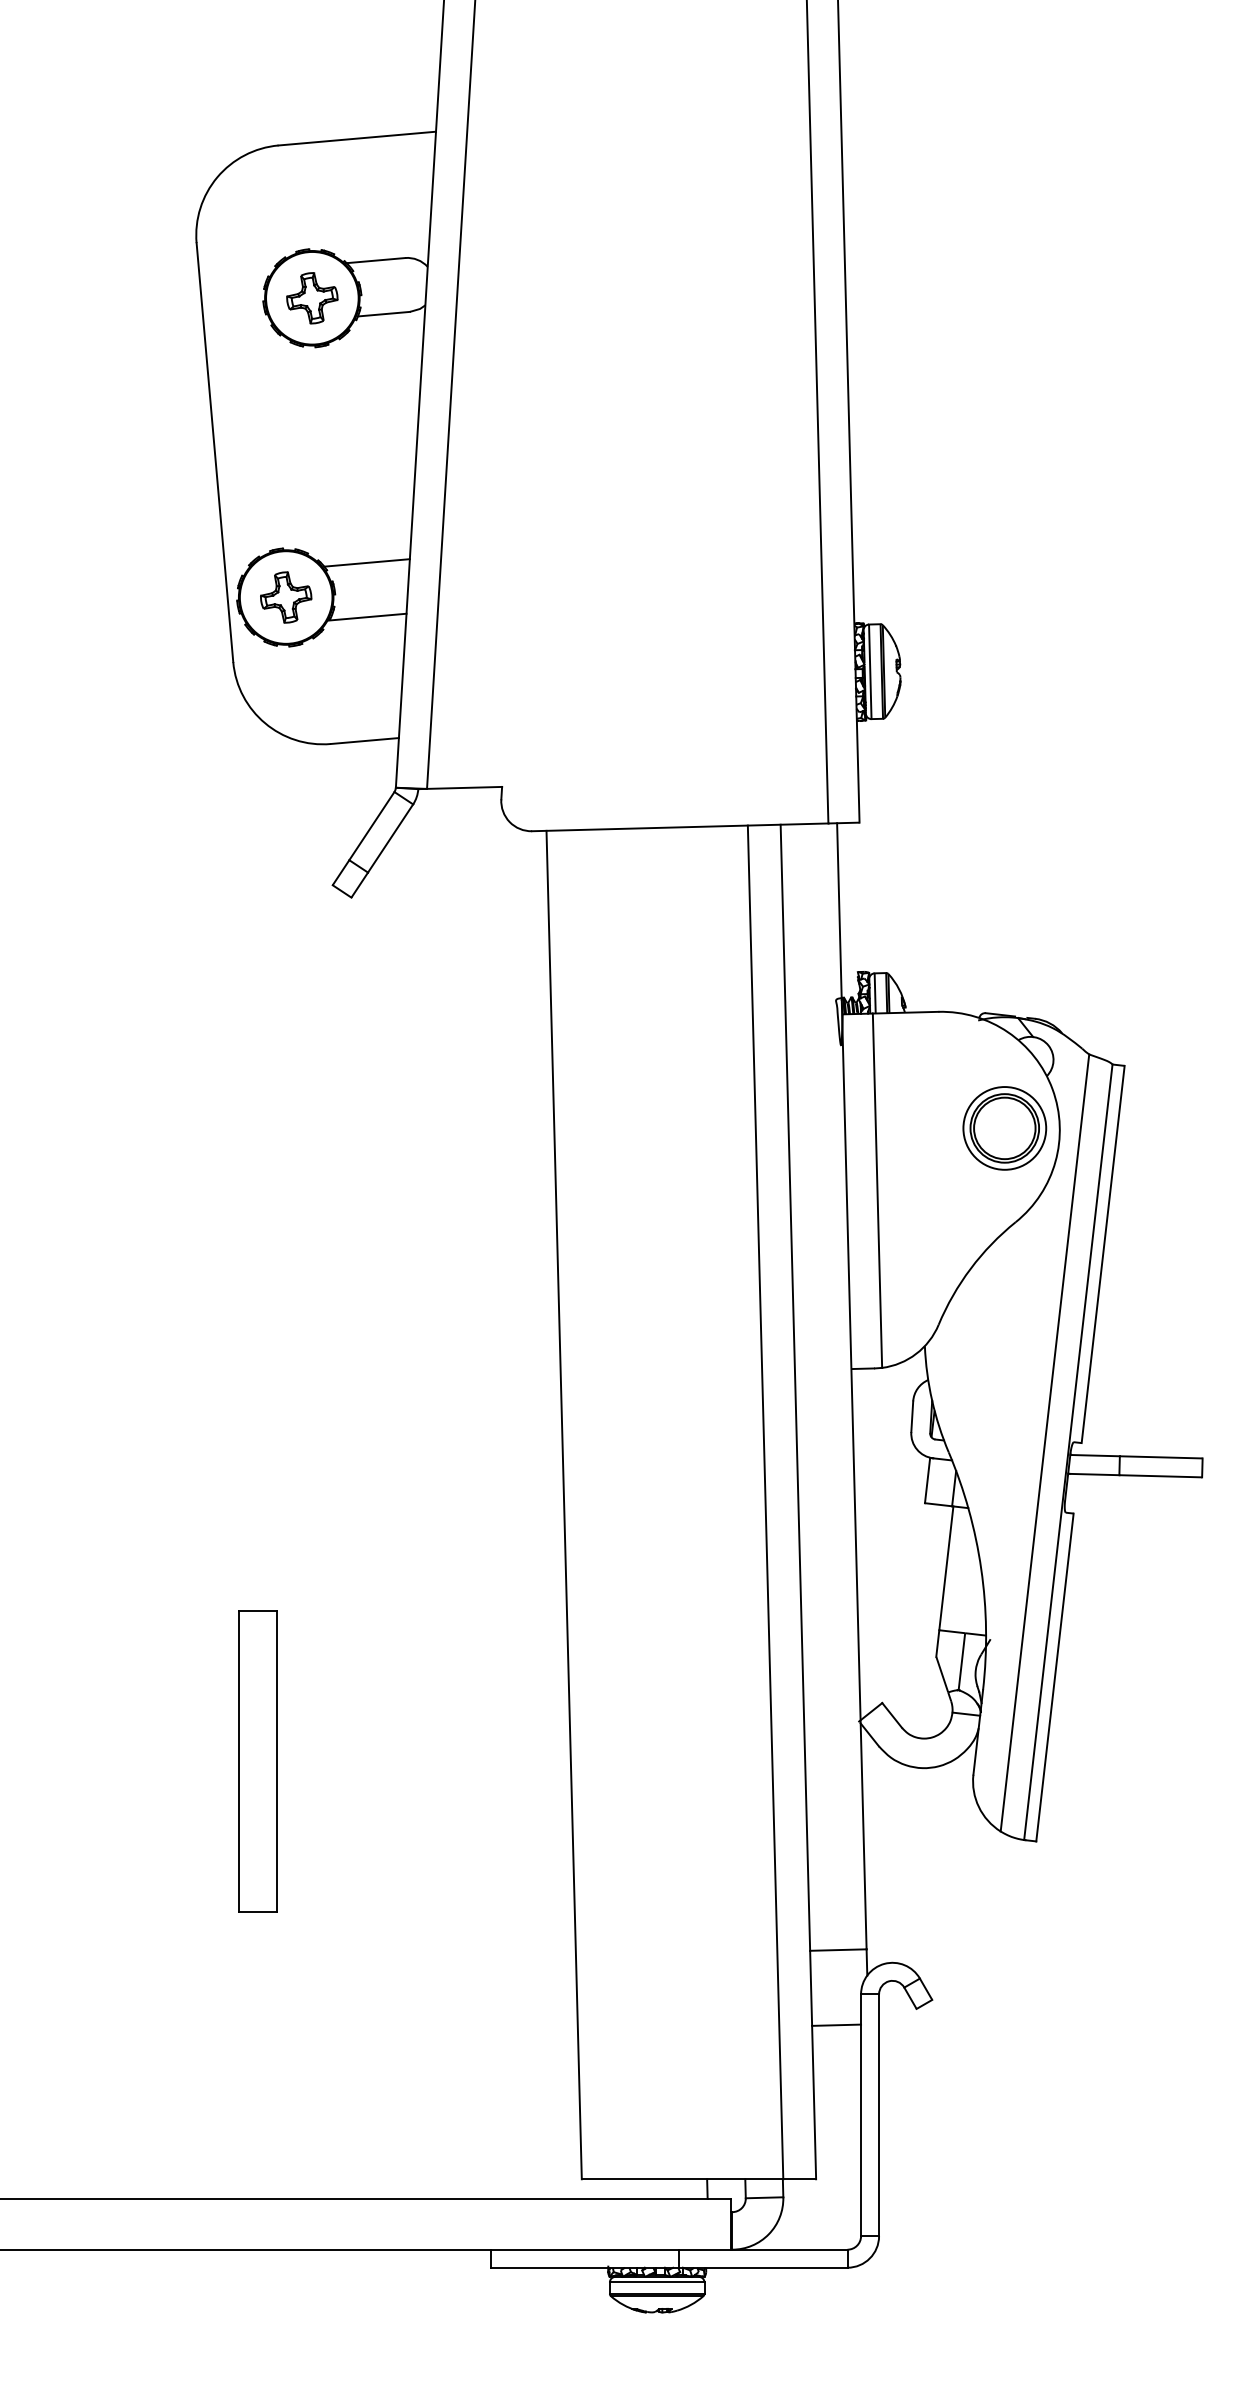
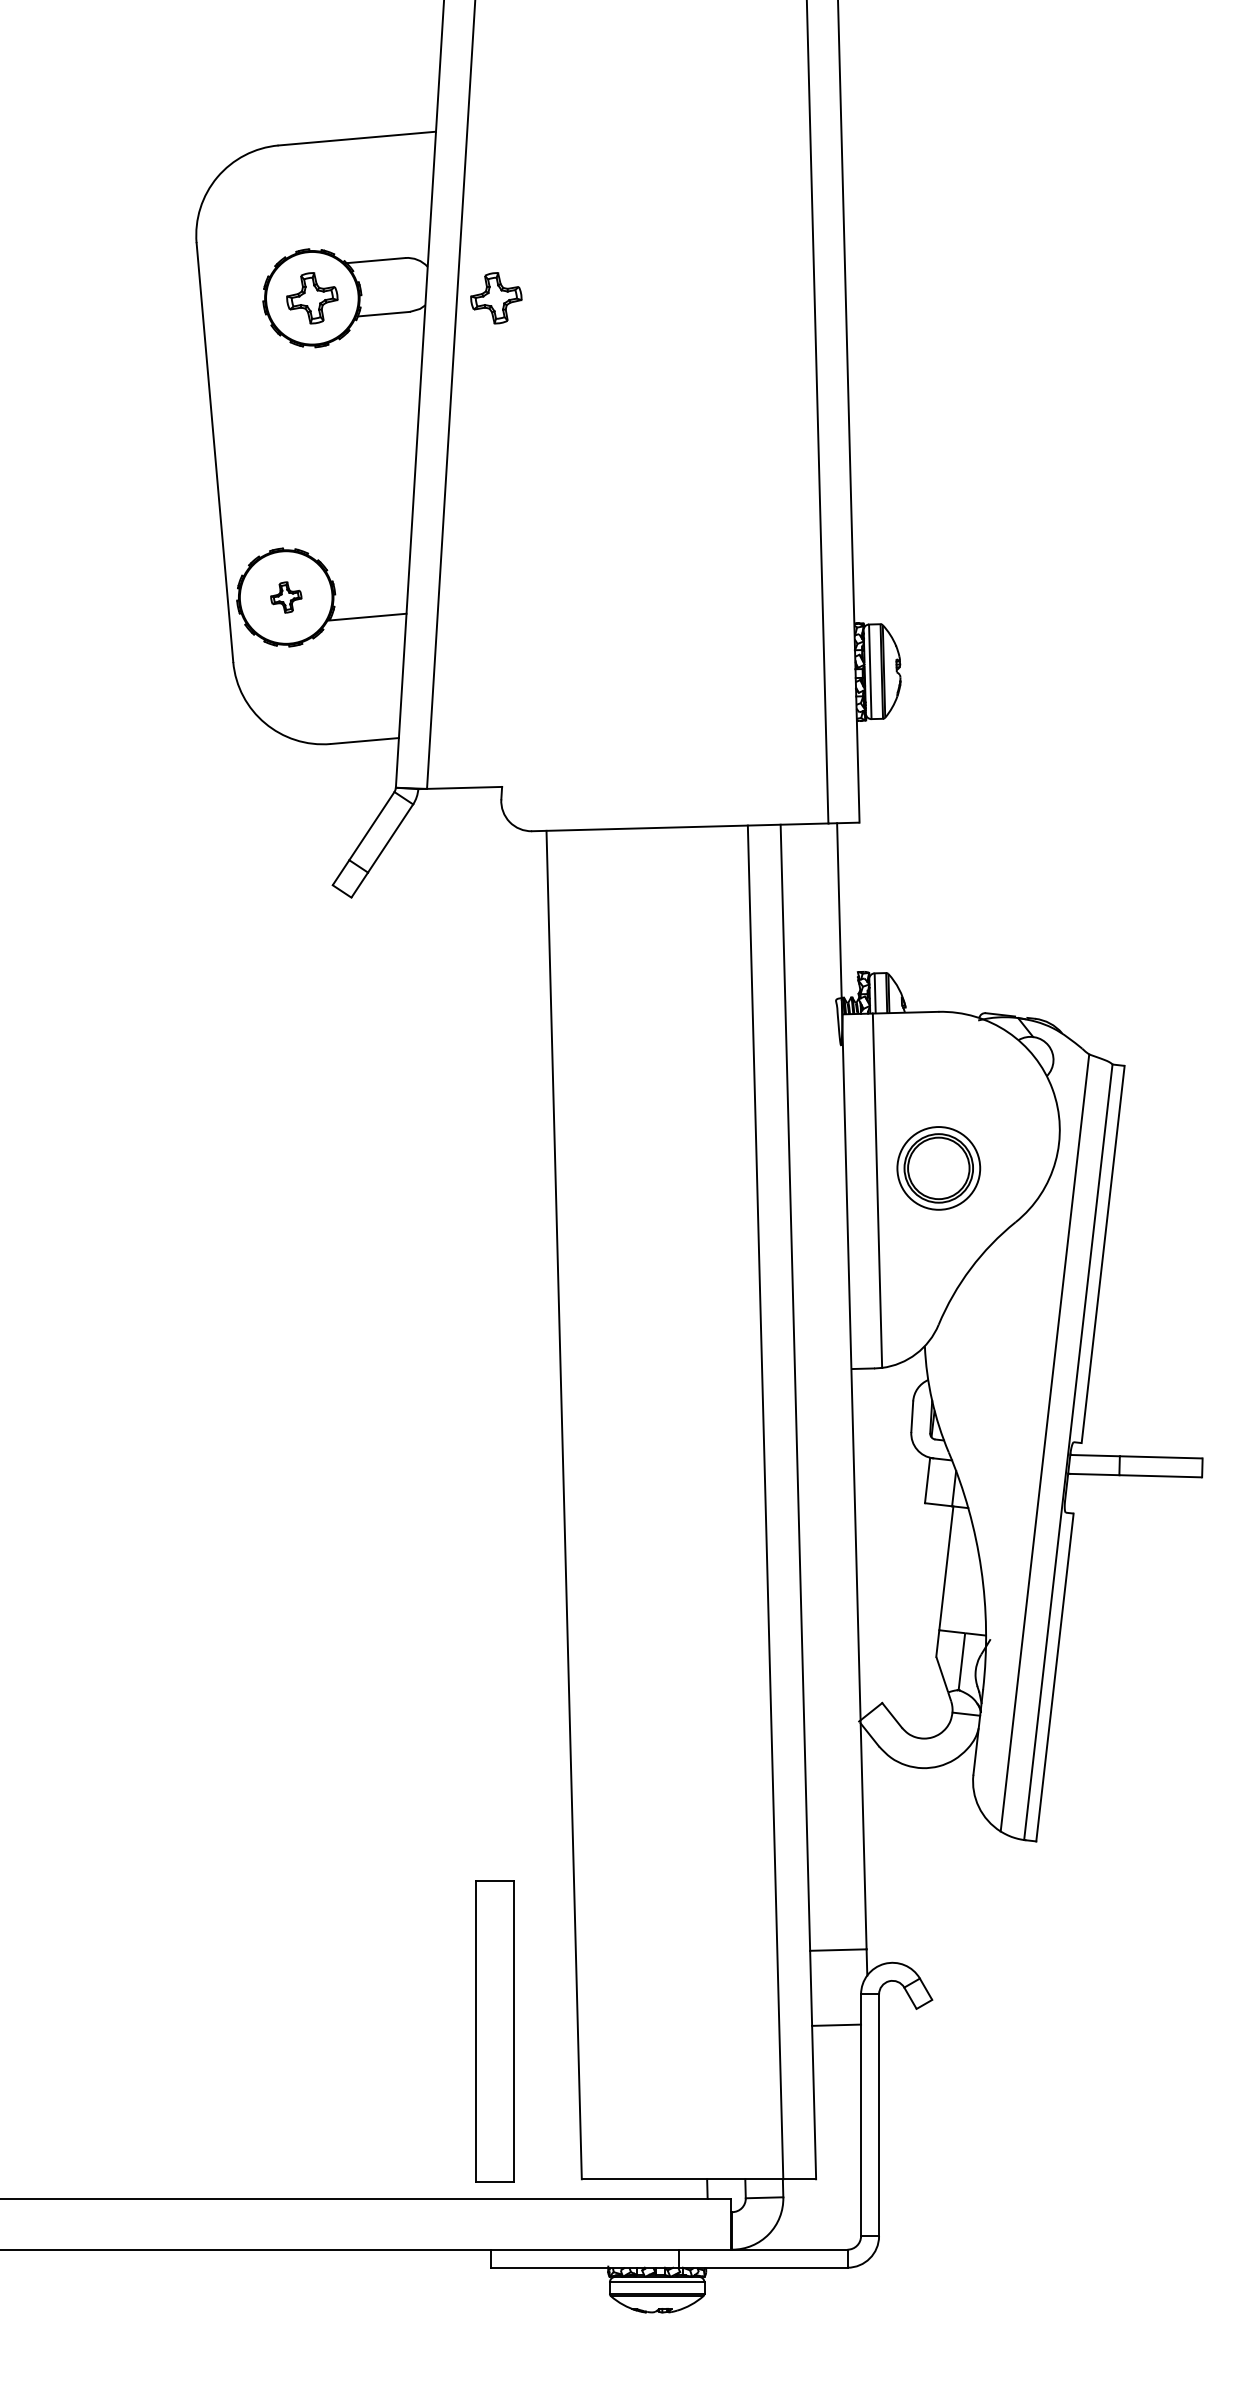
part at (496, 298): none -> present
line at (366, 562): present -> none
part at (286, 597) size: 53x53 px -> 33x33 px
part at (1004, 1128) position: (1004, 1128) -> (938, 1168)
part at (257, 1761) position: (257, 1761) -> (494, 2031)
